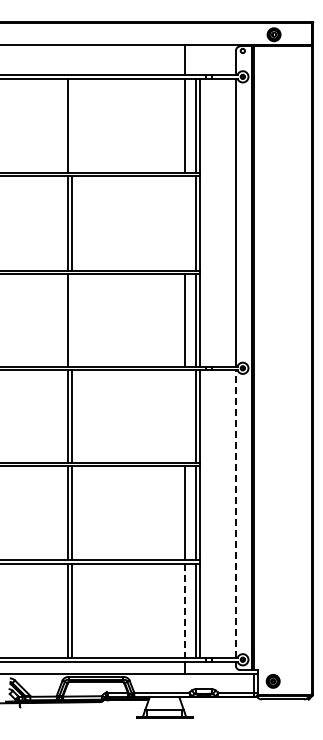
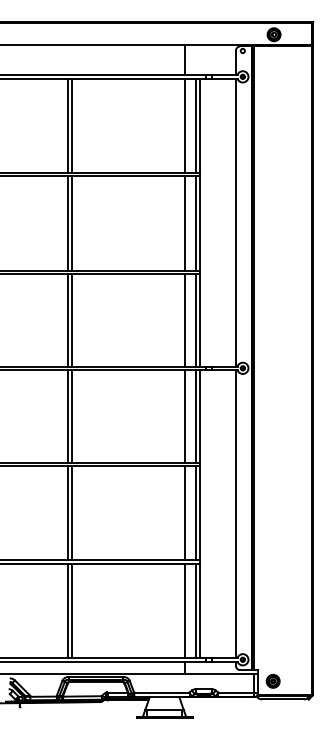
line at (71, 125): none -> present
line at (185, 223): none -> present
line at (71, 320): none -> present
line at (185, 416): none -> present
line at (235, 514): dashed -> solid
line at (185, 611): dashed -> solid
